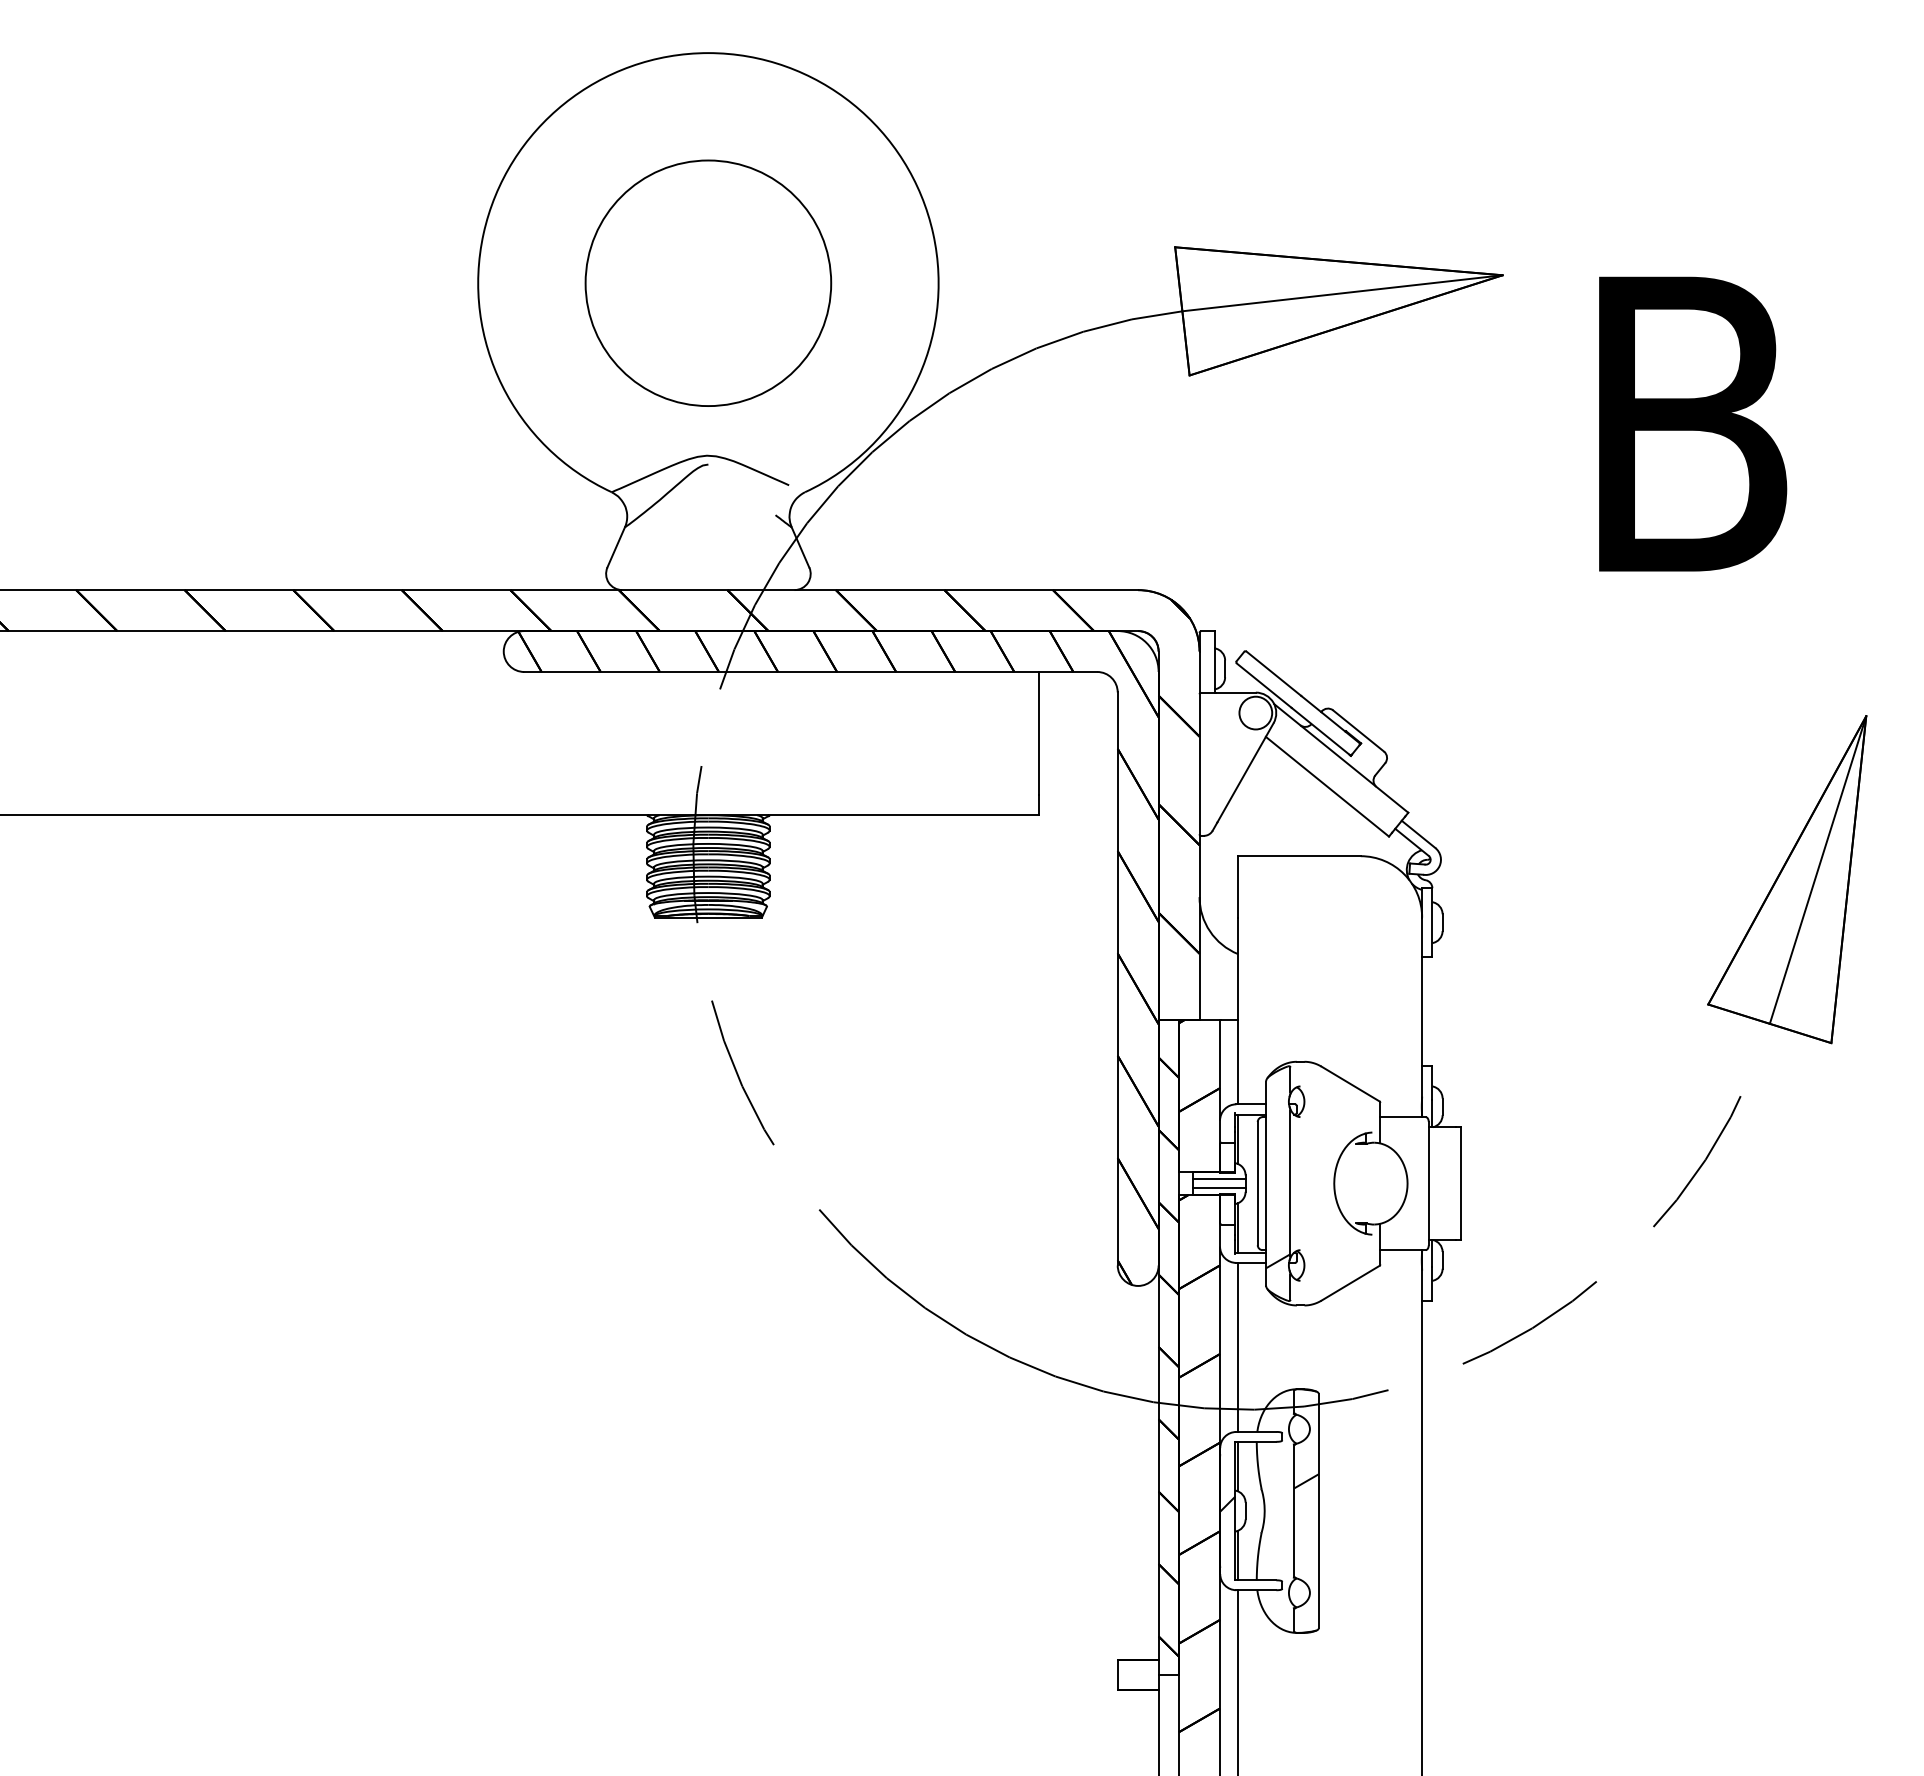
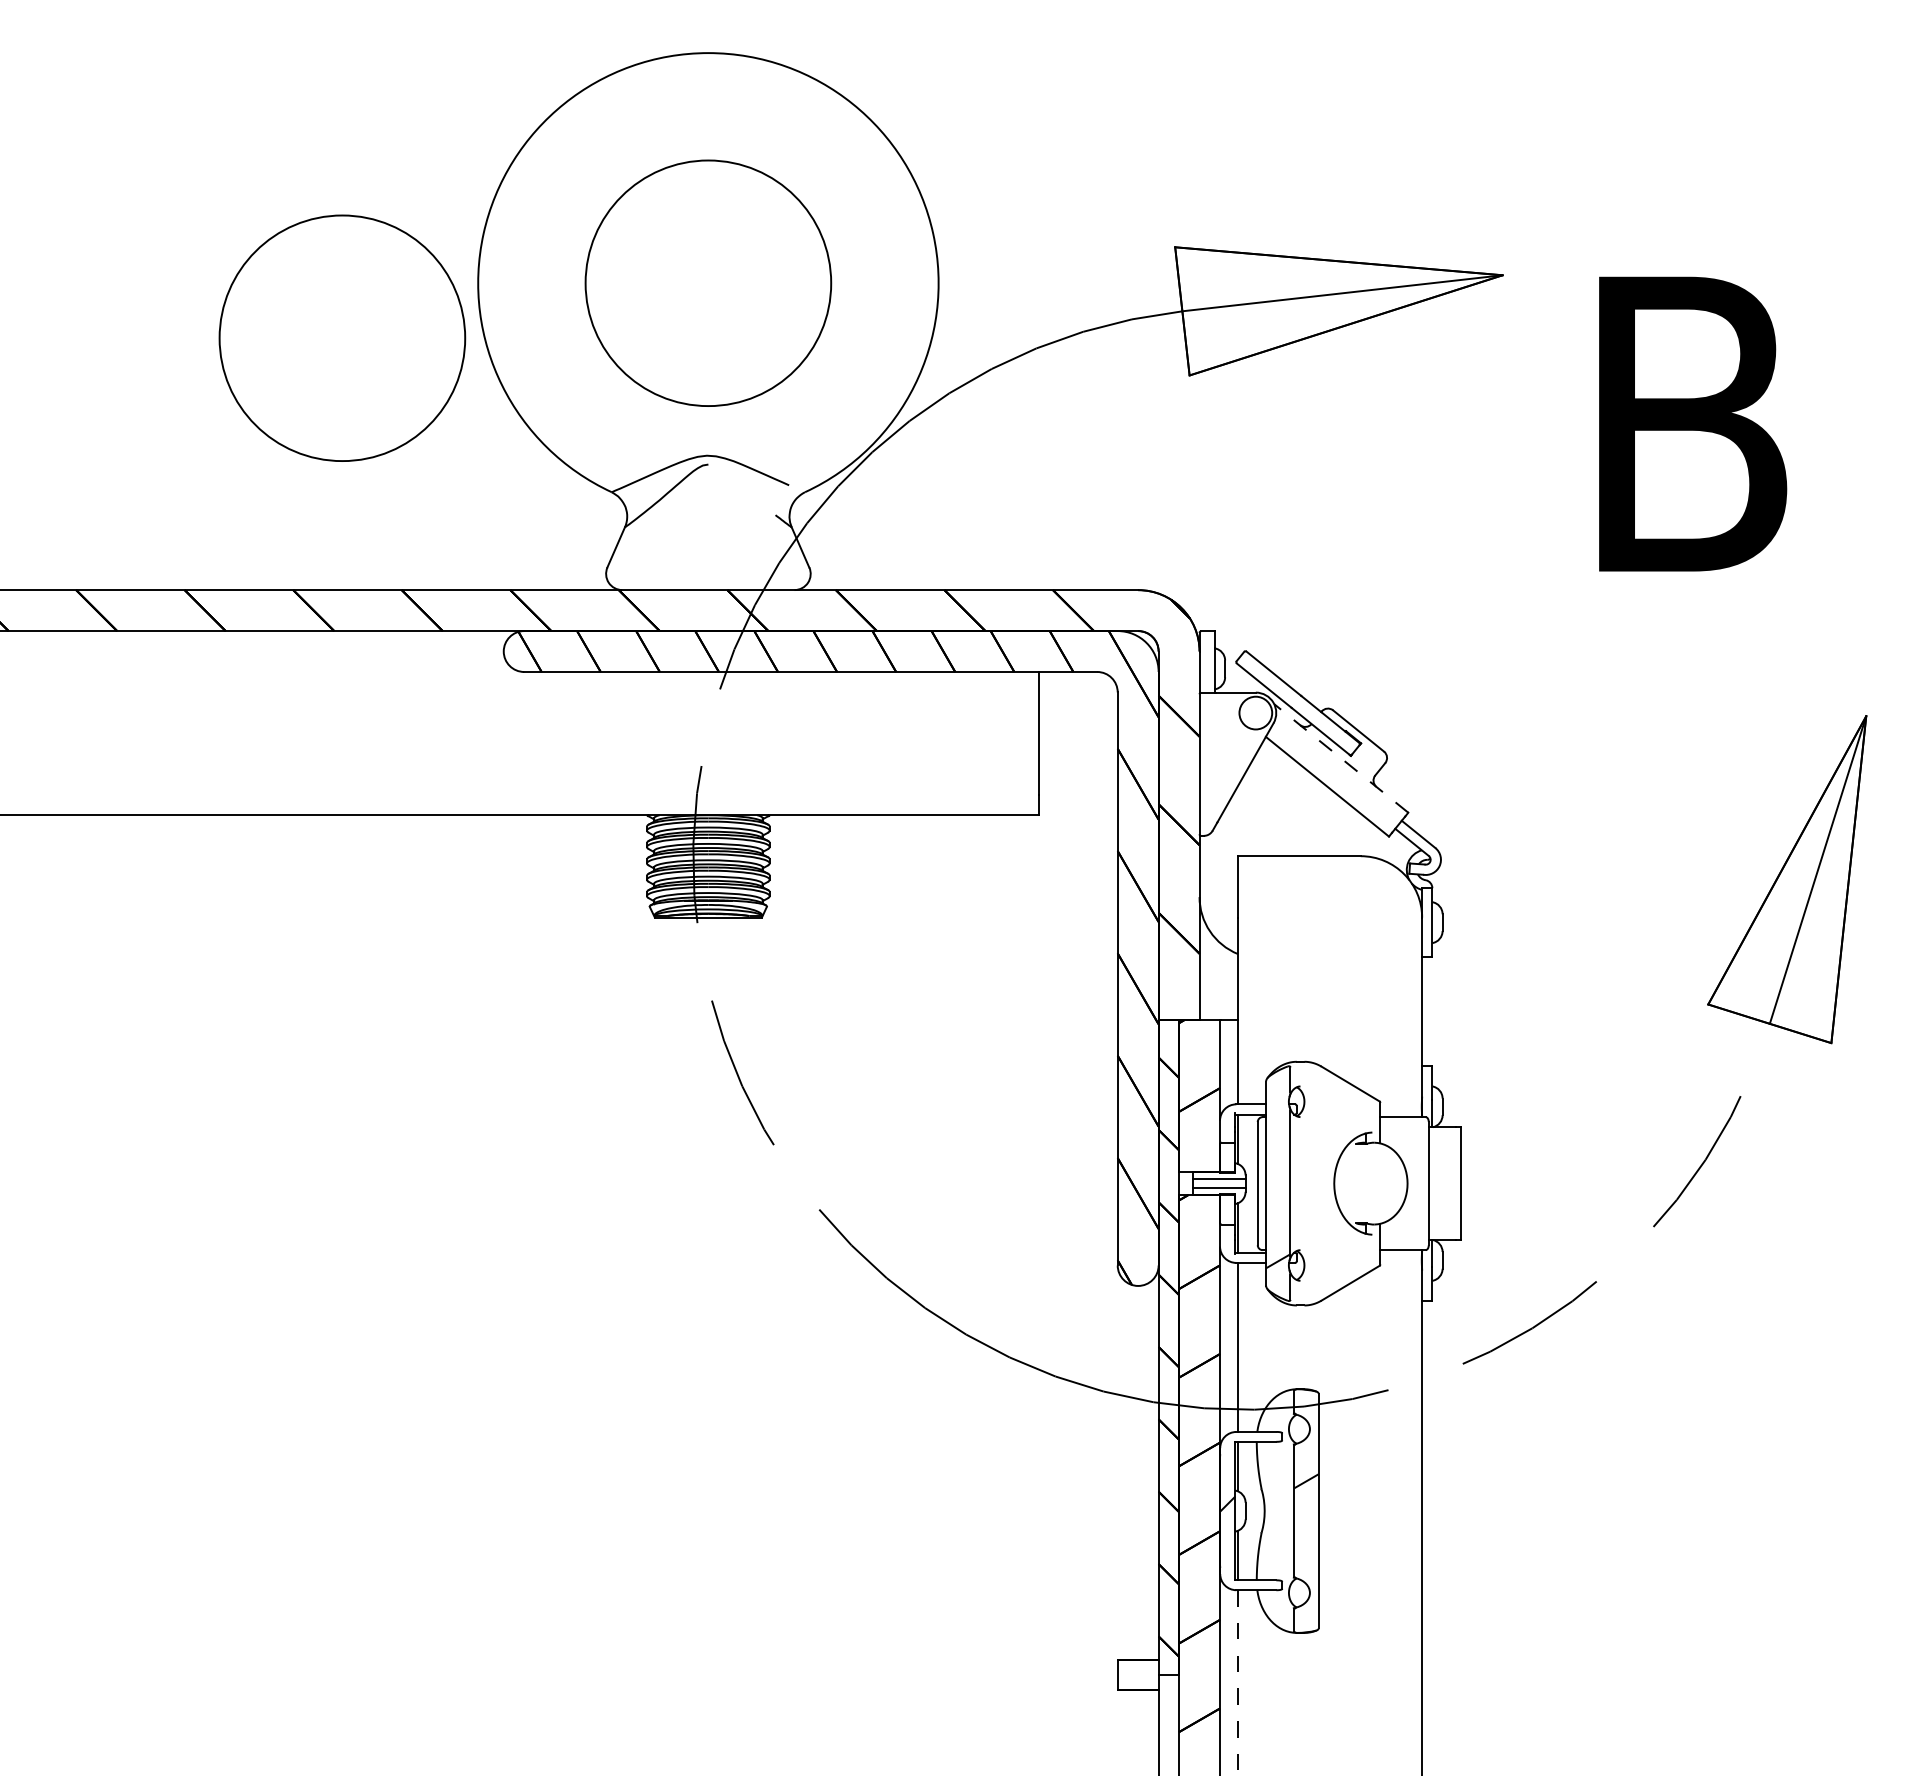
circle at (342, 337): none -> present
line at (1340, 758): solid -> dashed
line at (1237, 1683): solid -> dashed
